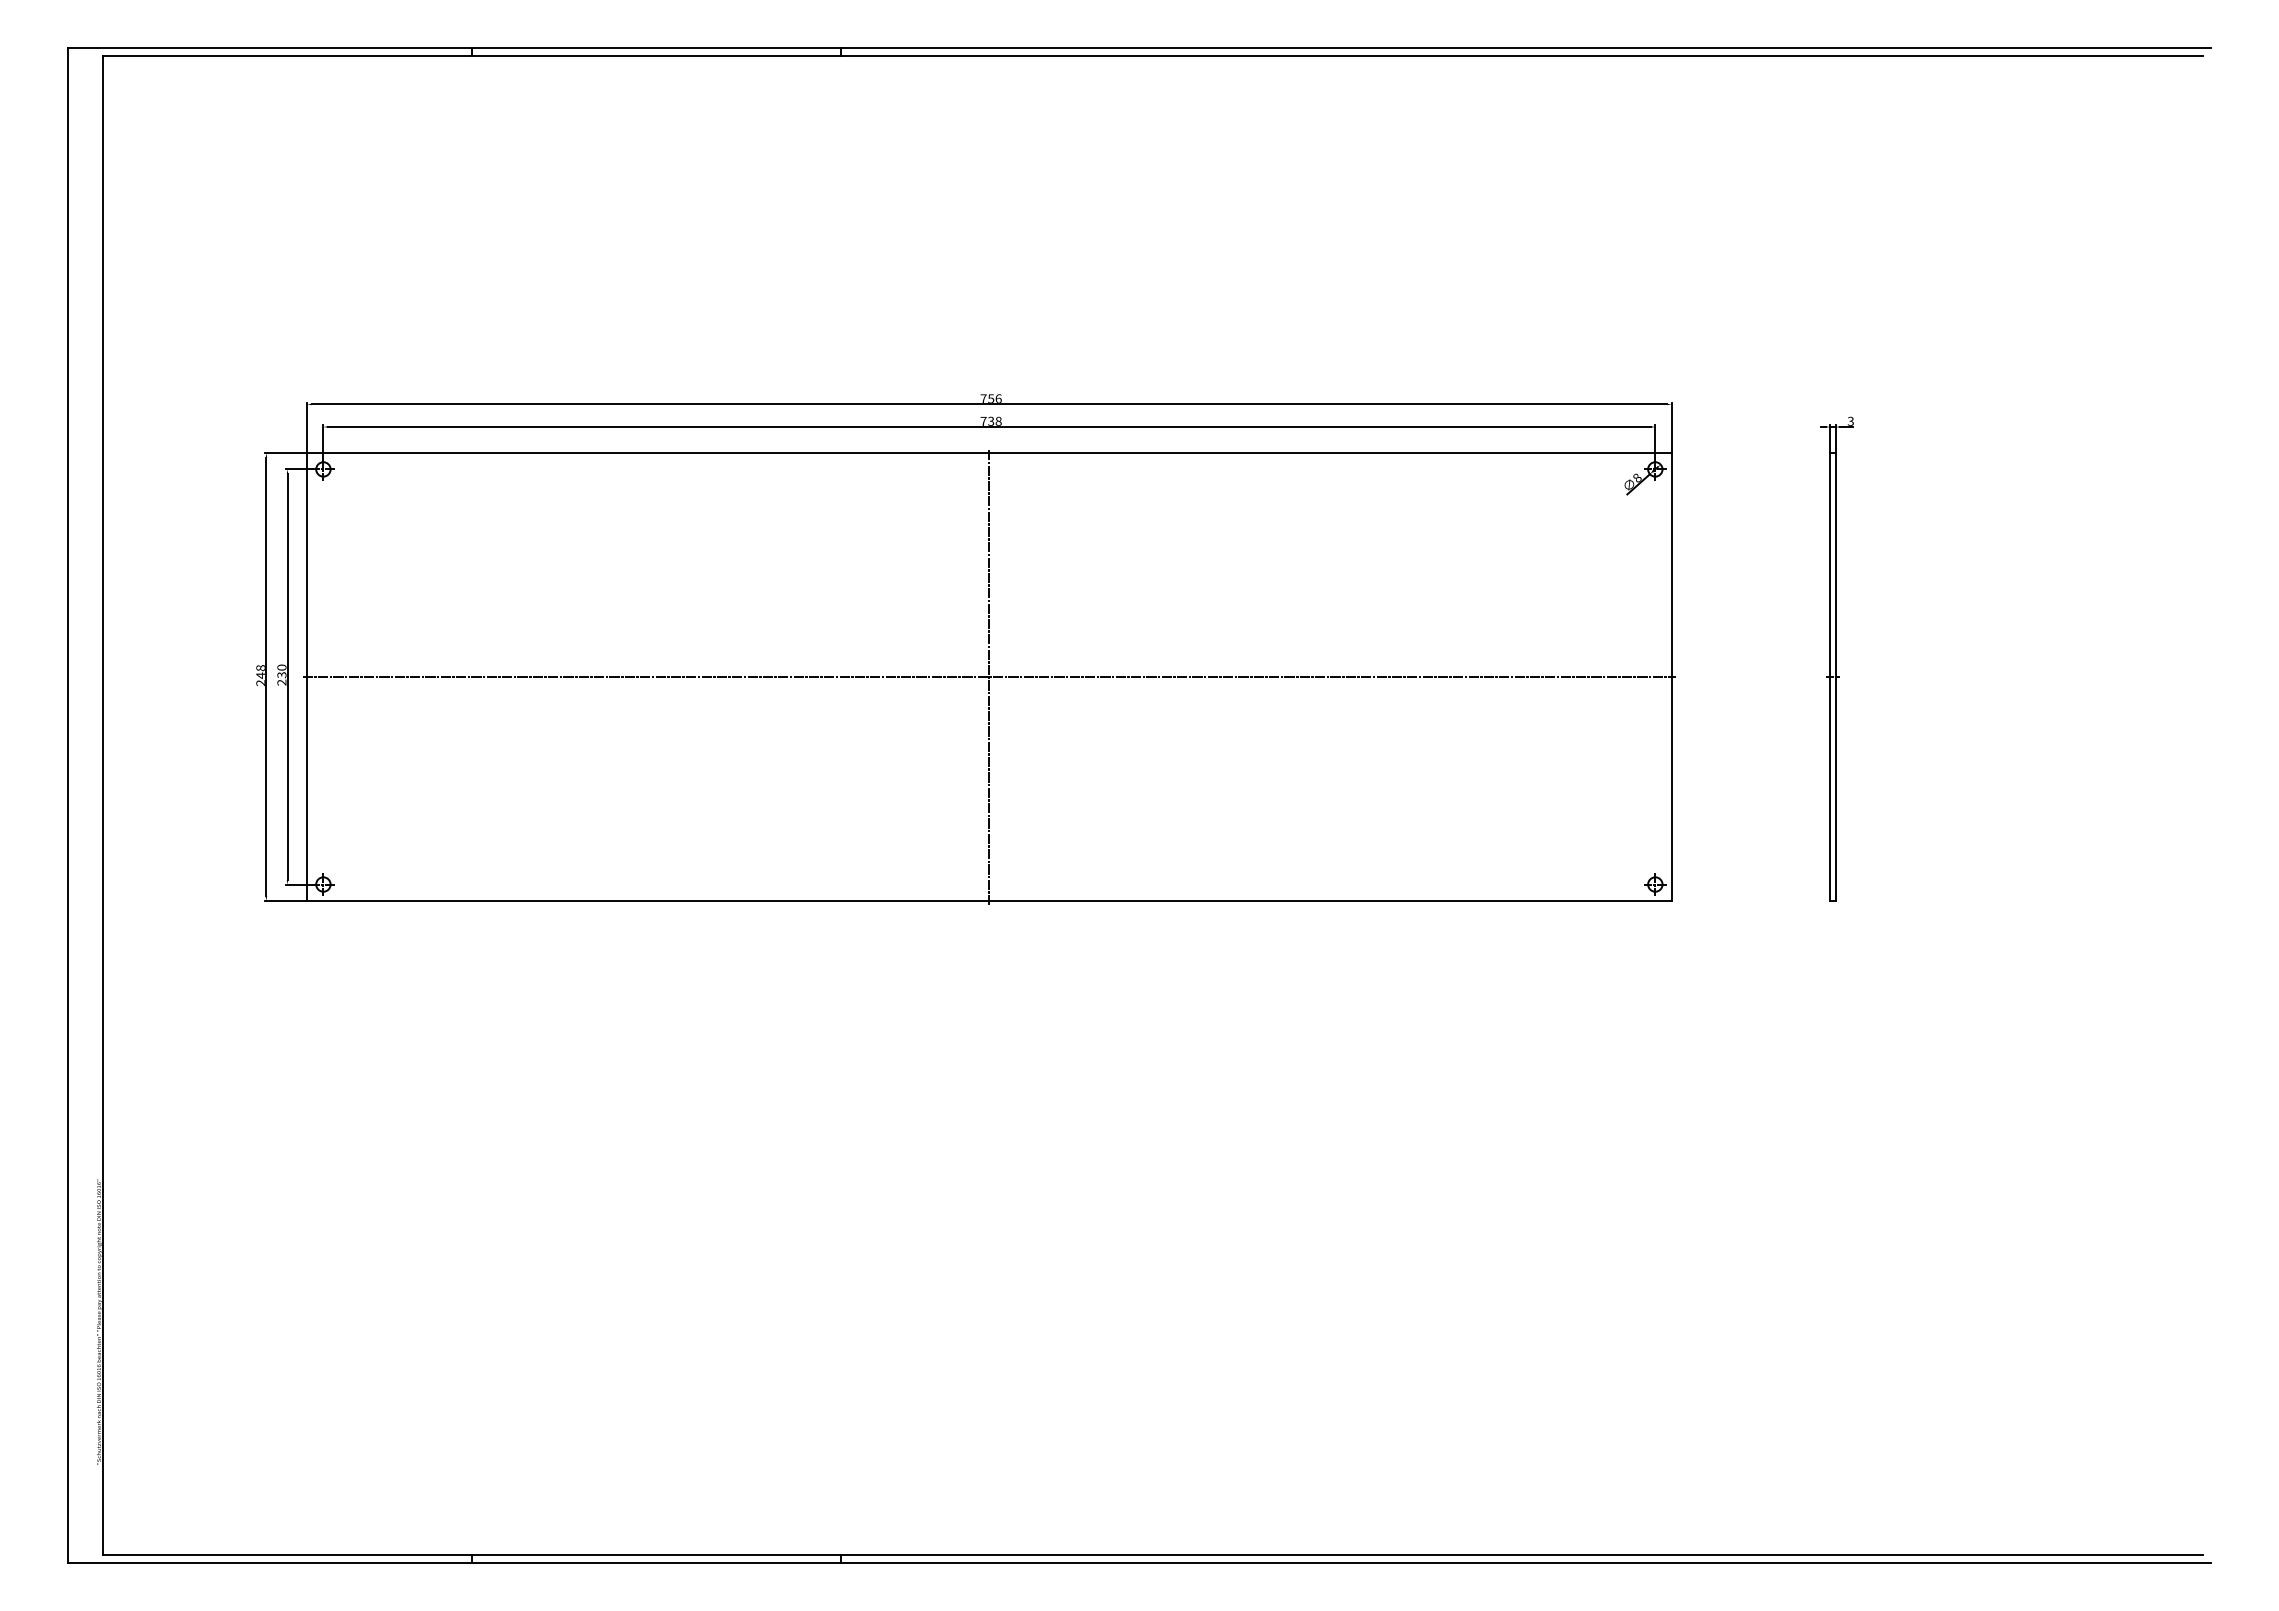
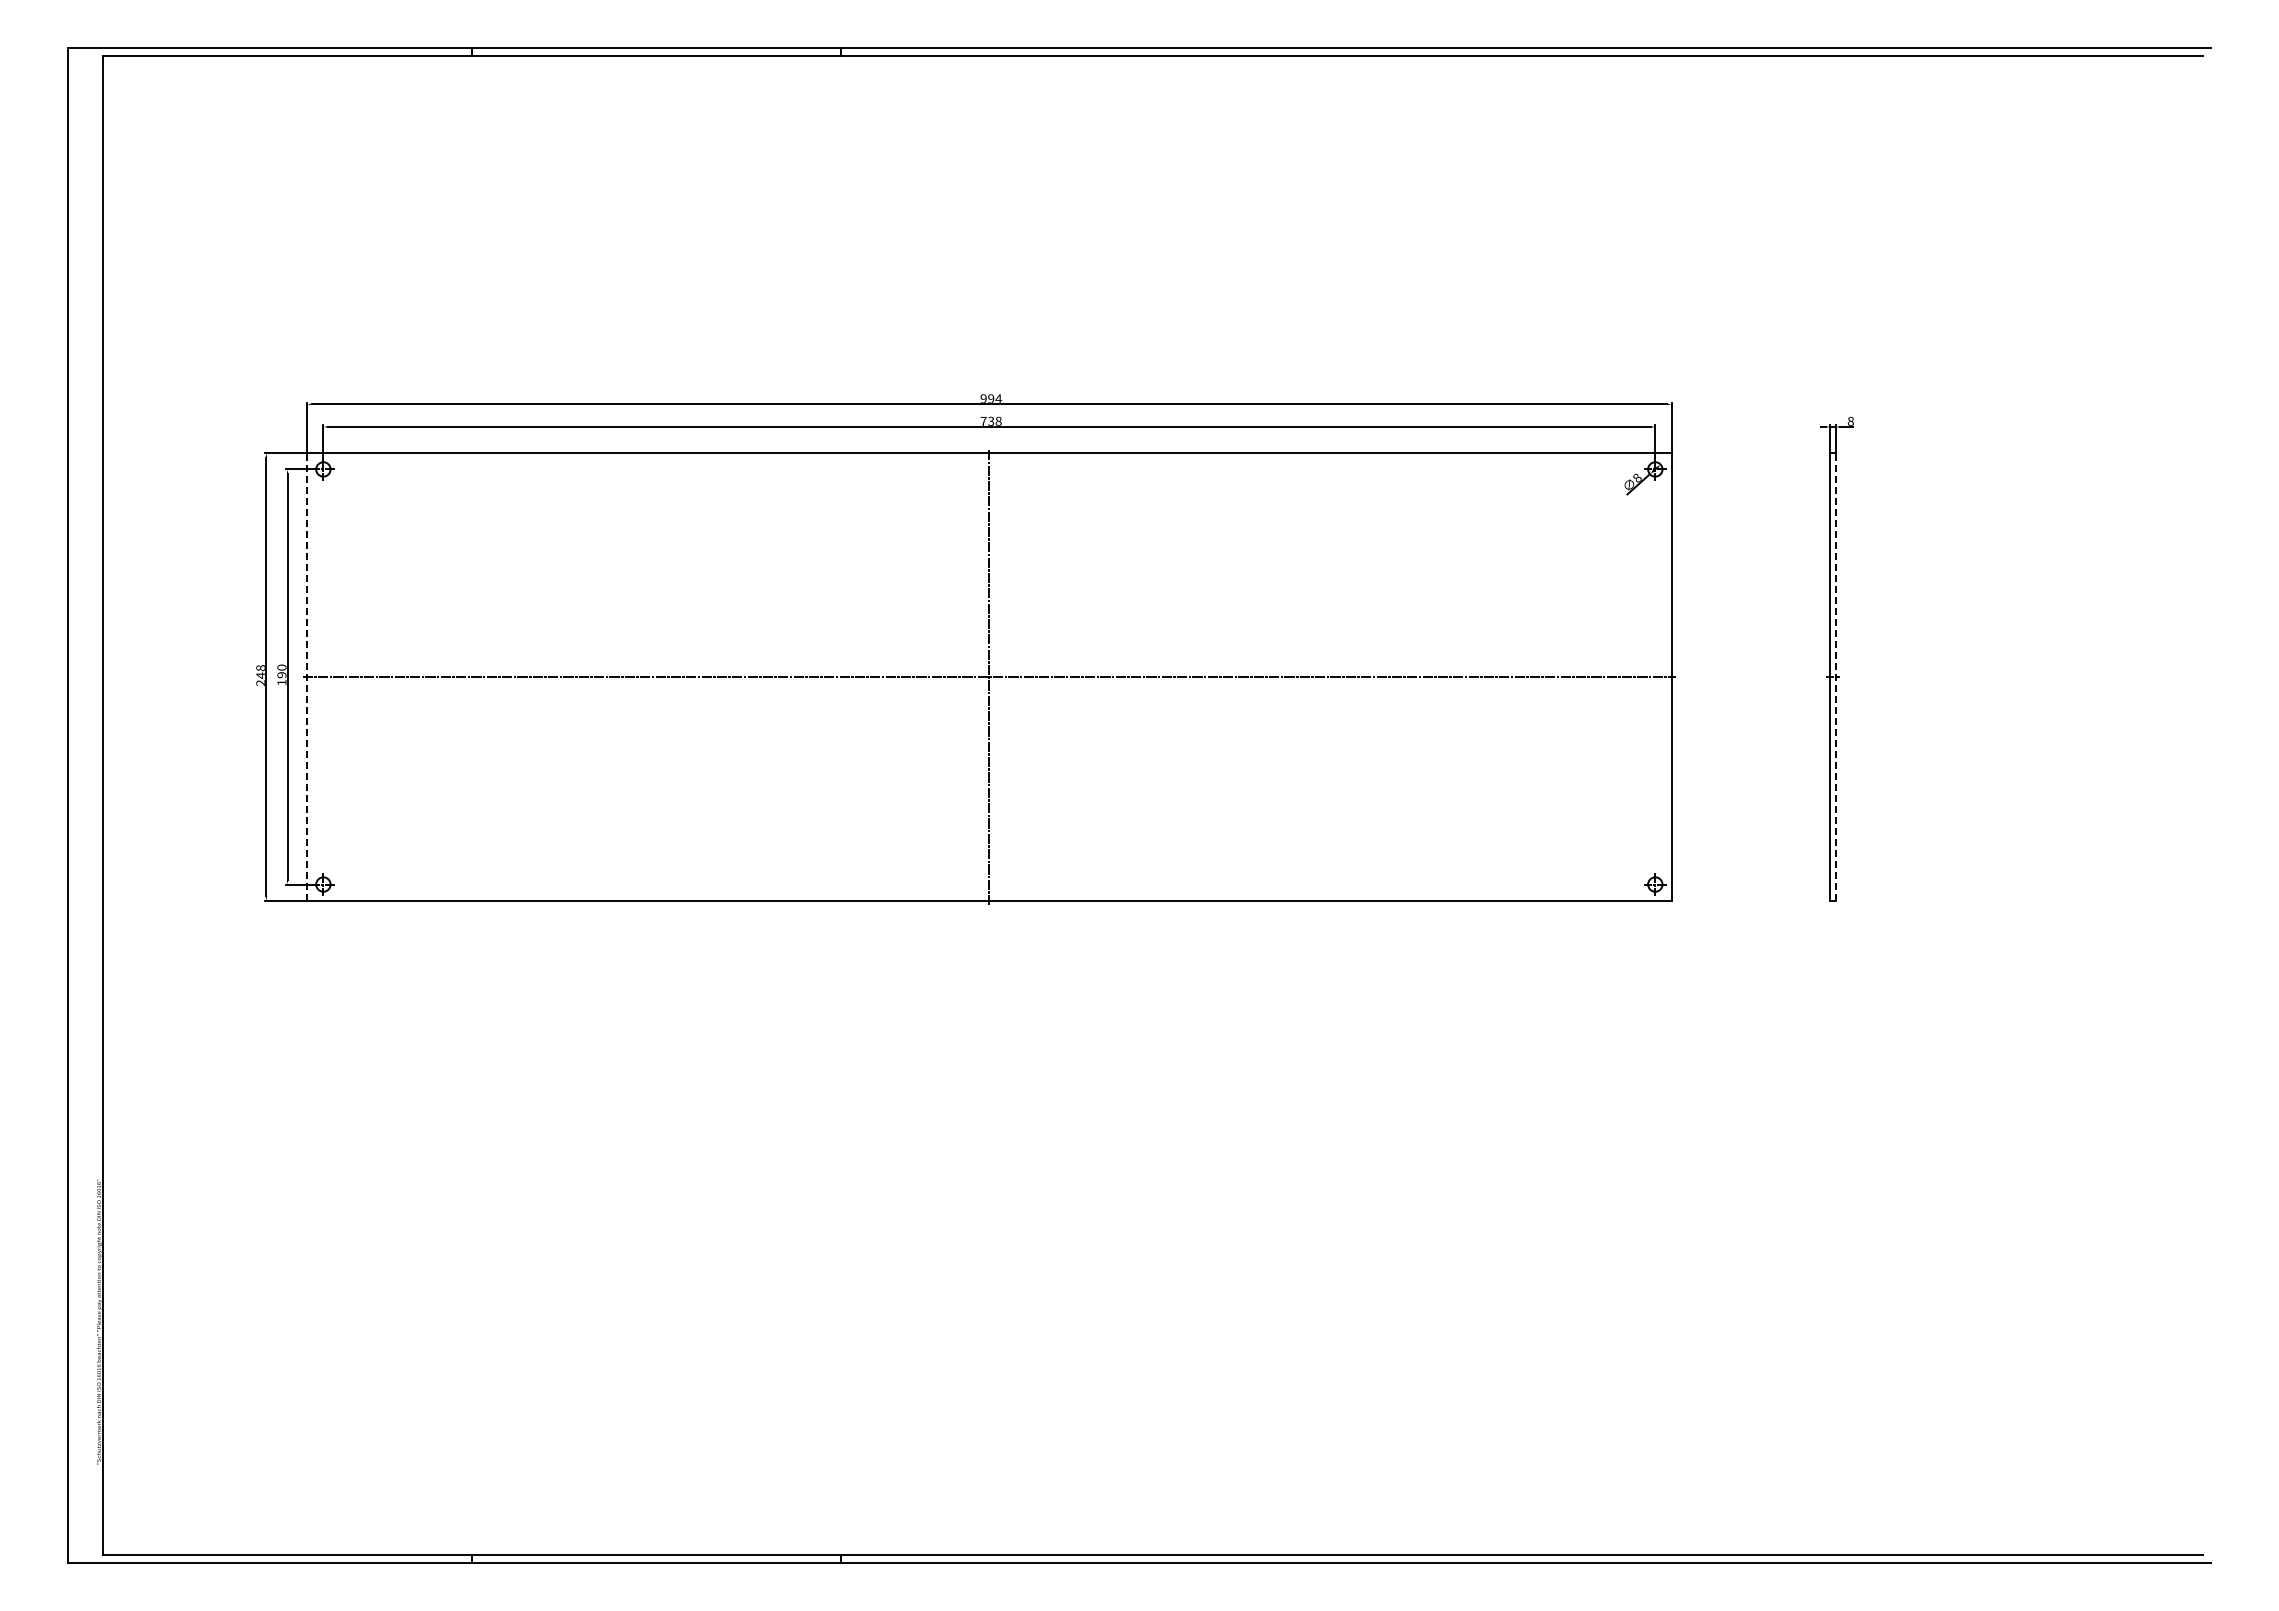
text at (990, 398): 756 -> 994
text at (1850, 421): 3 -> 8
line at (307, 676): solid -> dashed
line at (1835, 676): solid -> dashed
text at (281, 678): 230 -> 190
